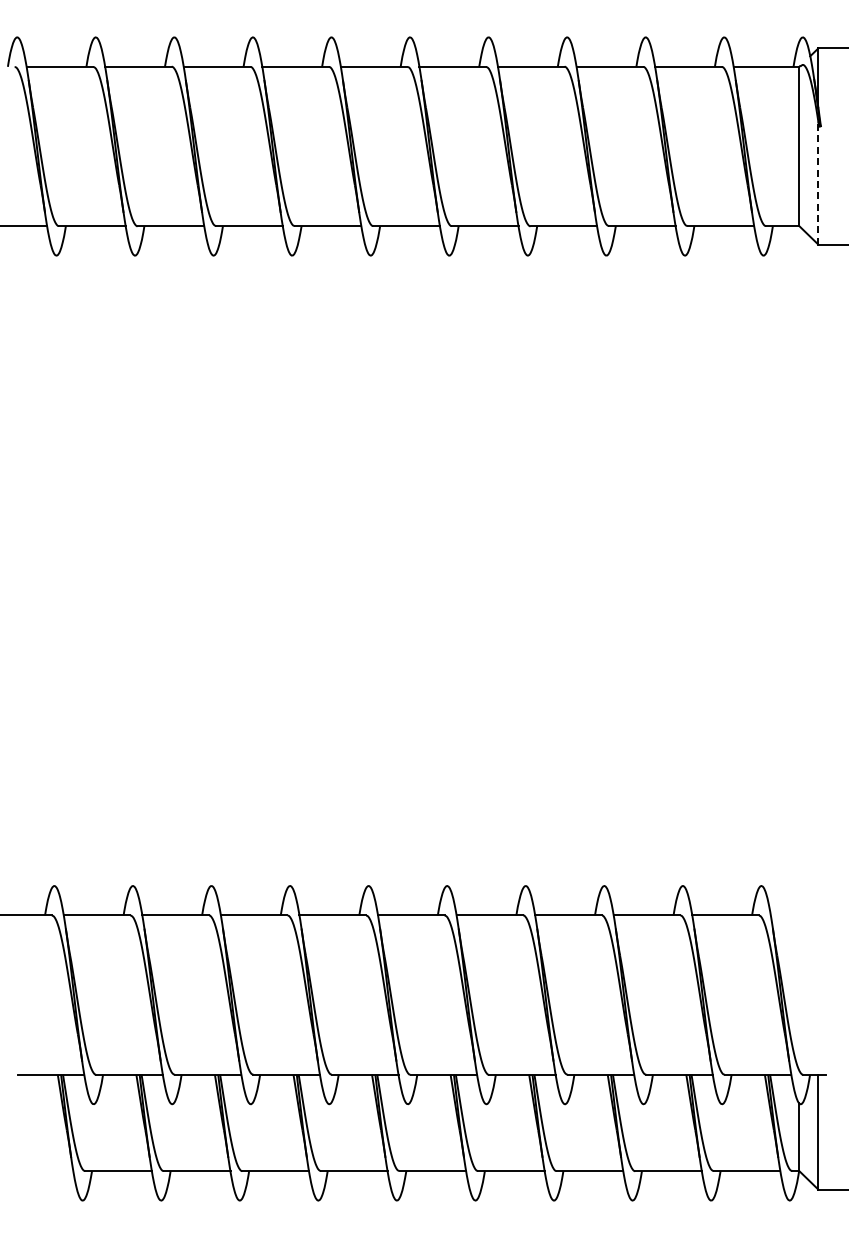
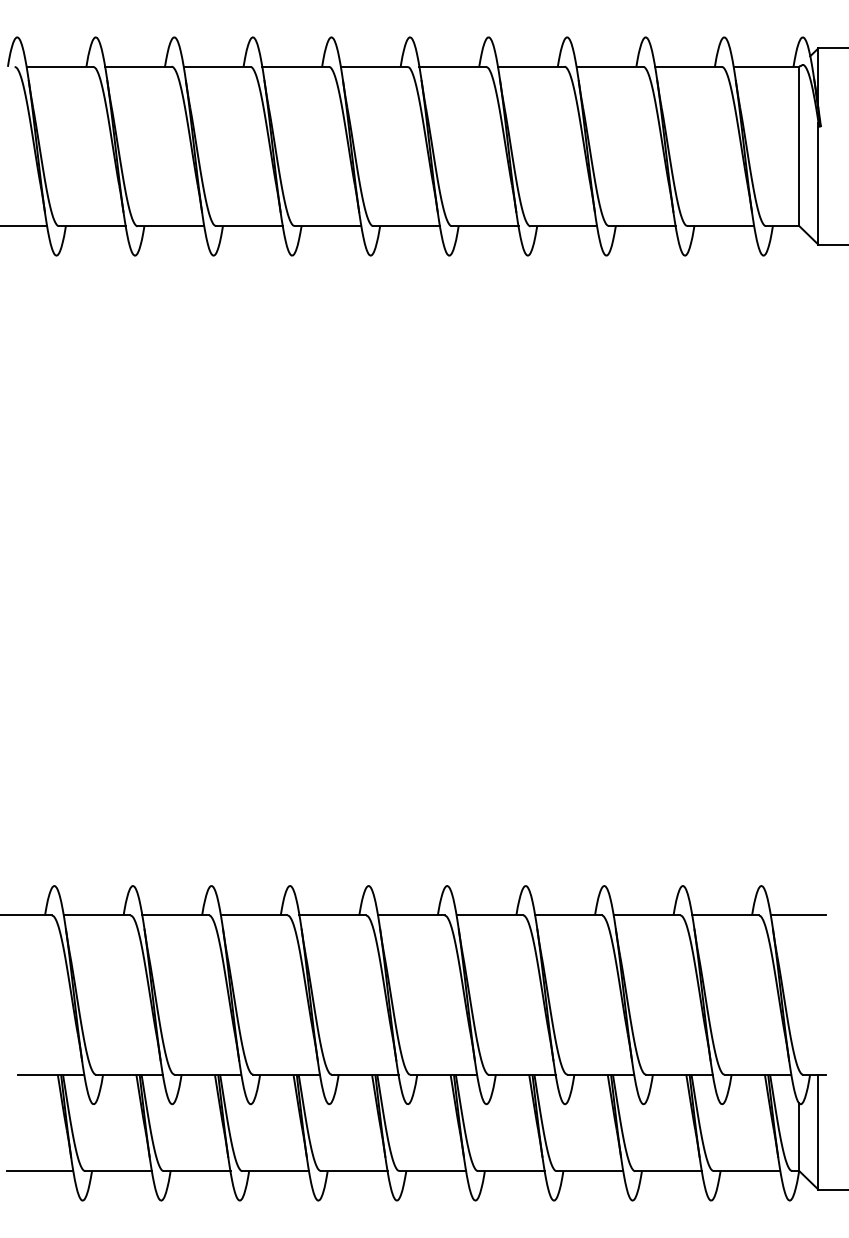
line at (818, 183): dashed -> solid
line at (798, 915): none -> present
line at (39, 1171): none -> present
